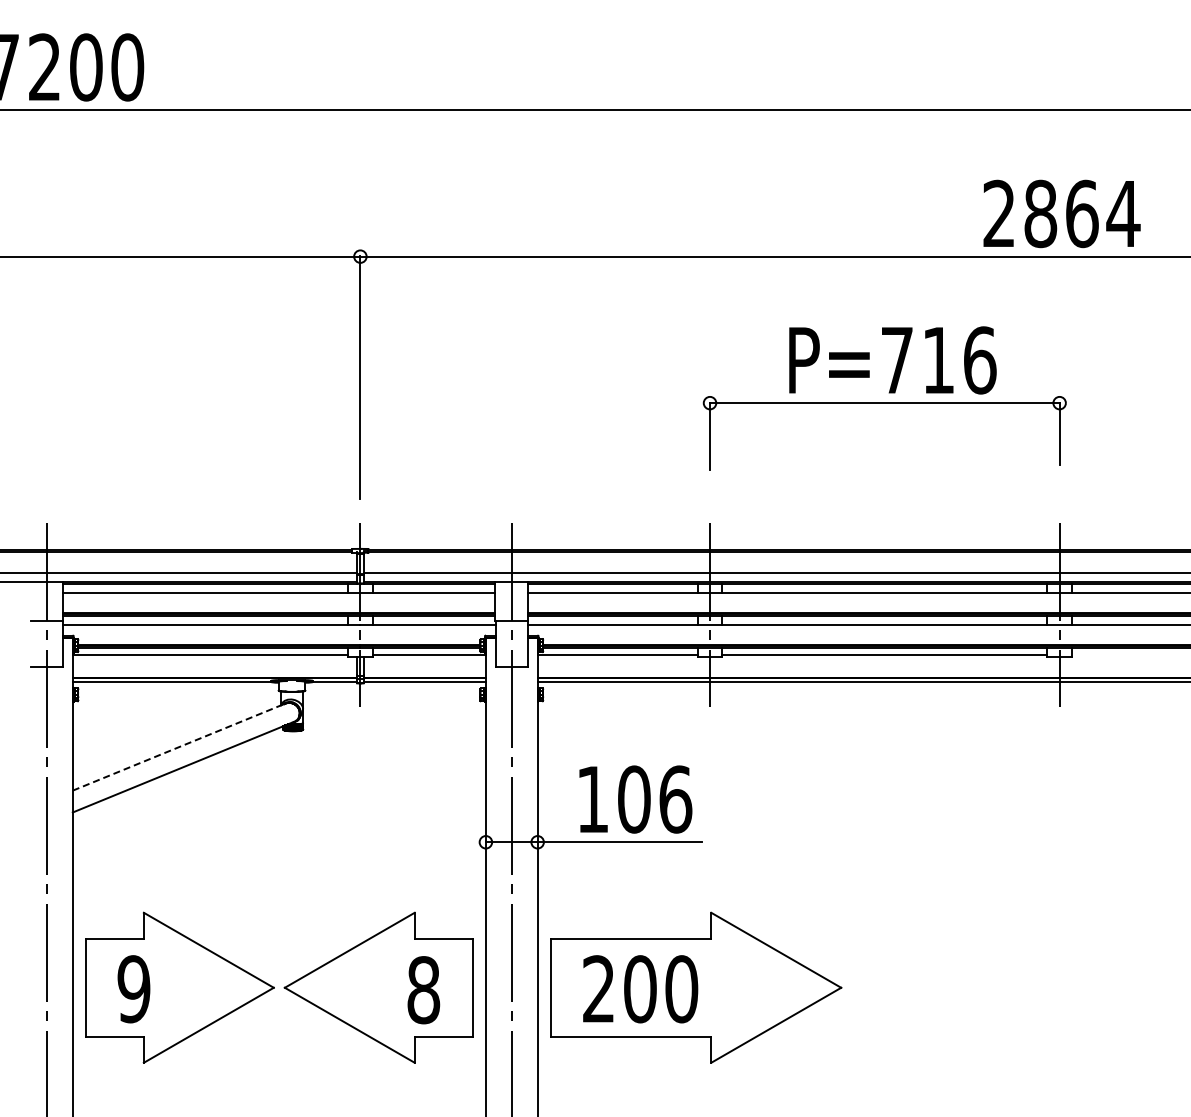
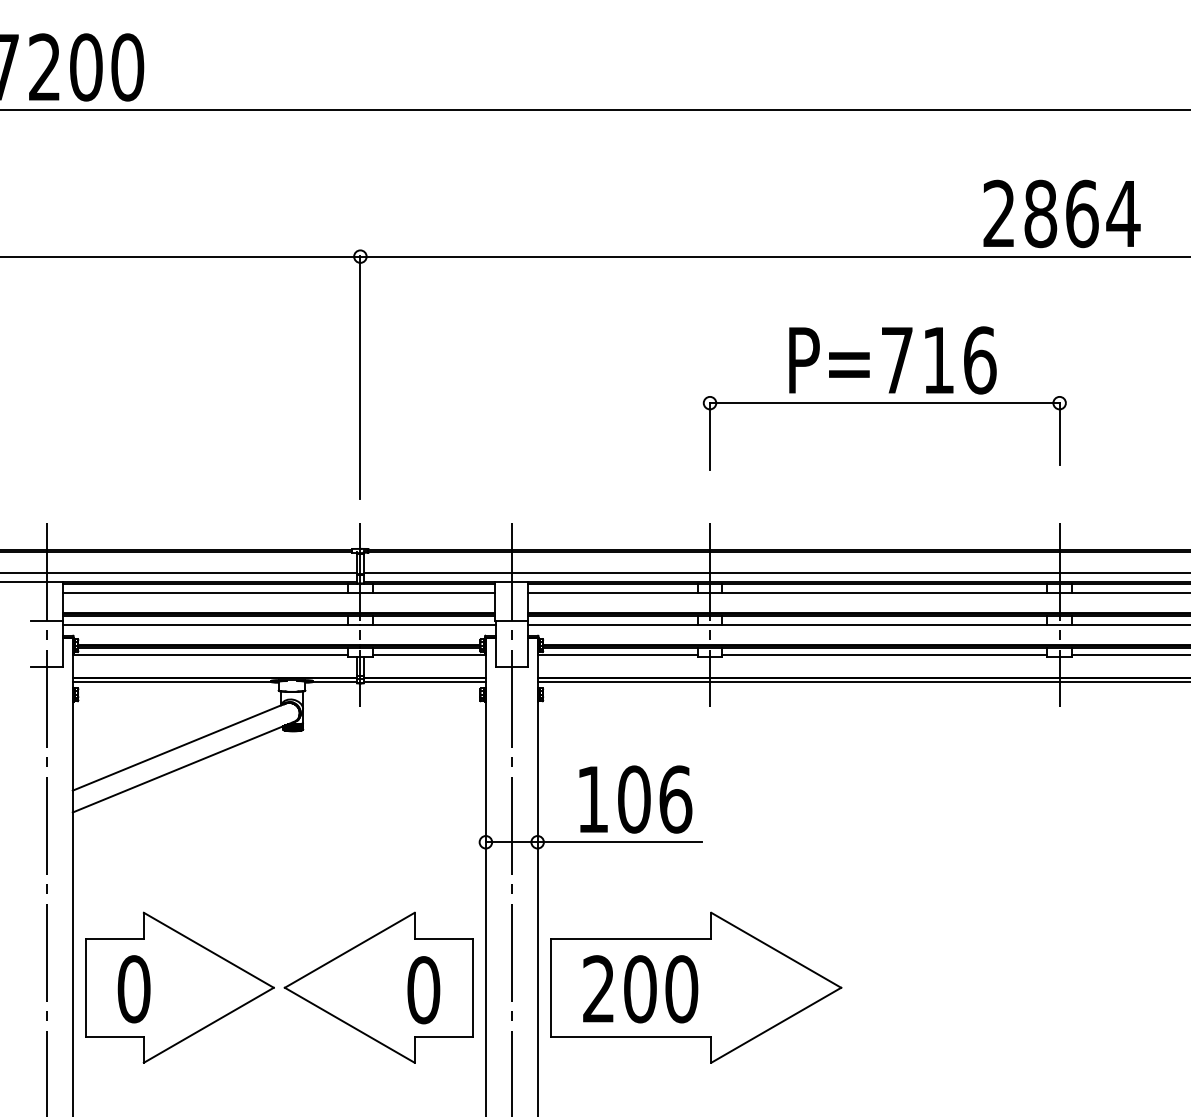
line at (1129, 654): none -> present
line at (179, 747): dashed -> solid
text at (133, 989): 9 -> 0
text at (423, 990): 8 -> 0
